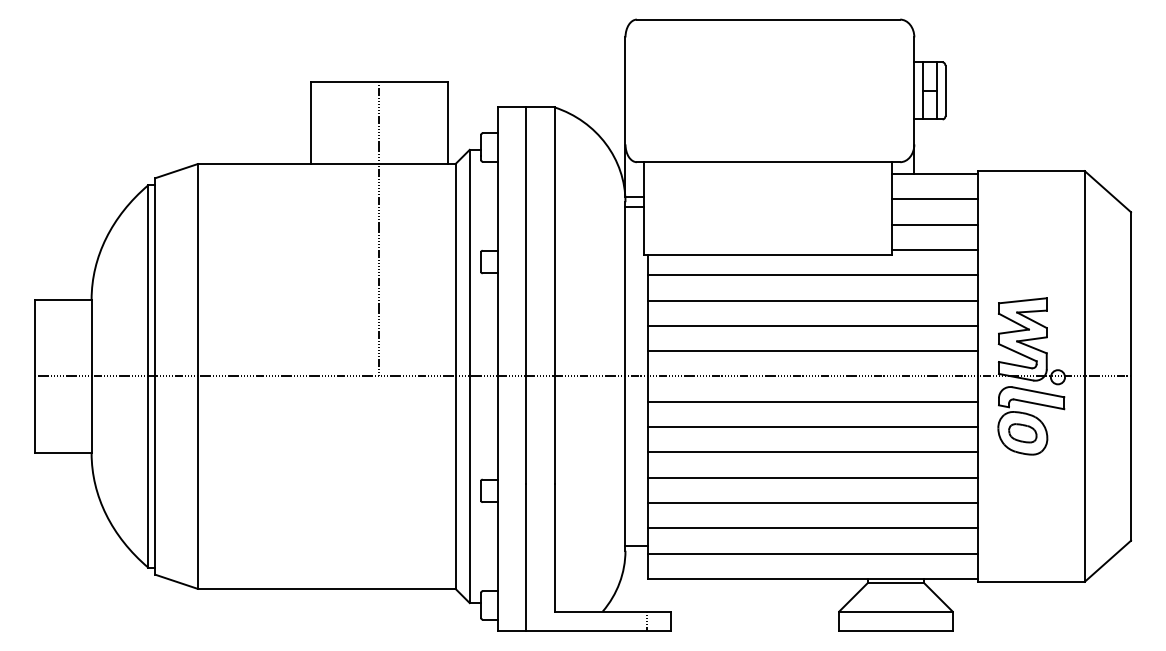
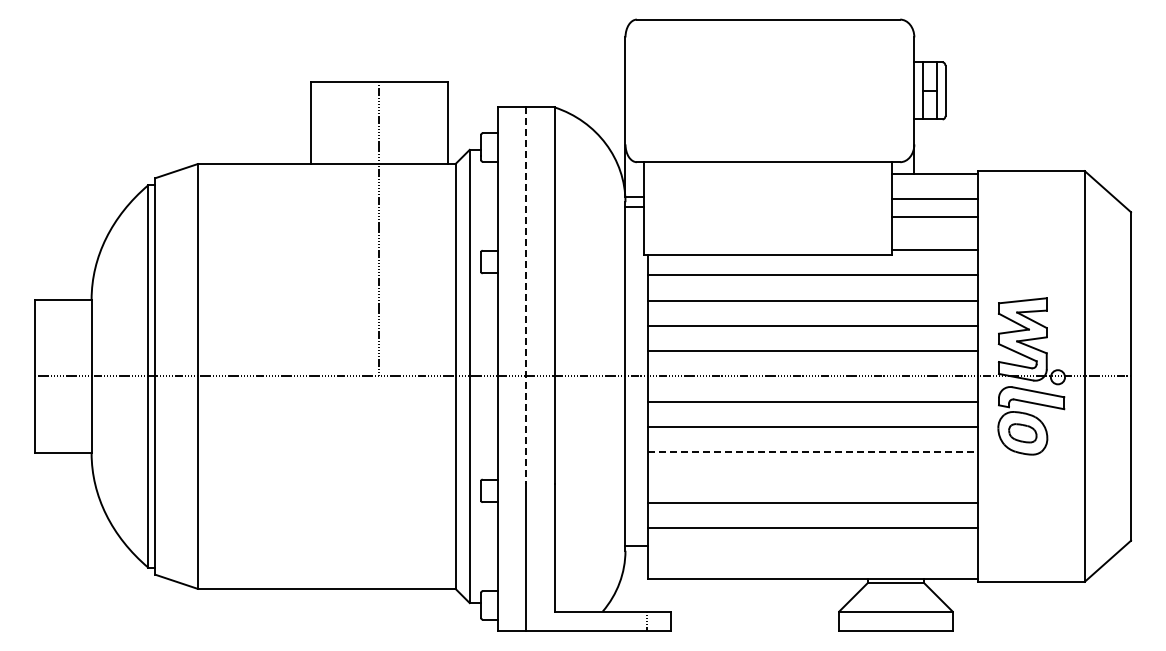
line at (934, 224) position: (934, 224) -> (934, 216)
line at (526, 295): solid -> dashed
line at (813, 452): solid -> dashed
line at (813, 477): present -> none
line at (813, 553): present -> none
